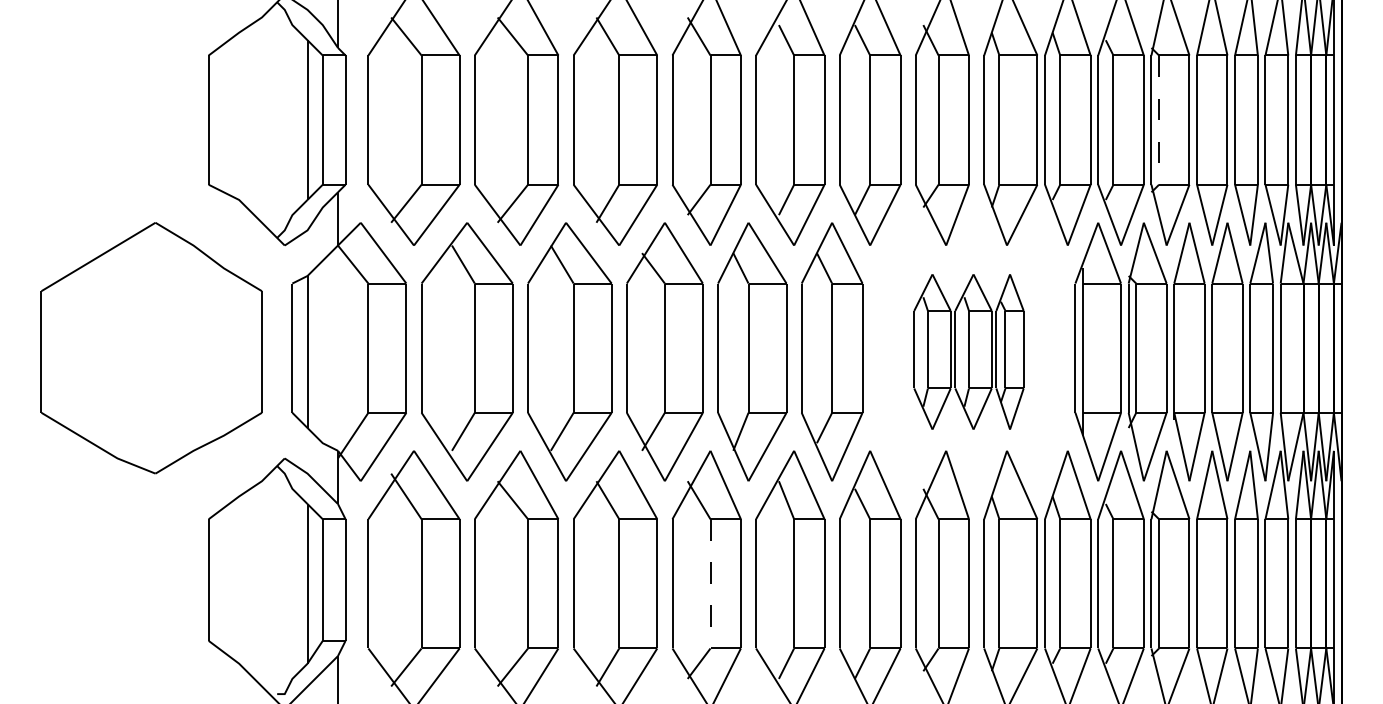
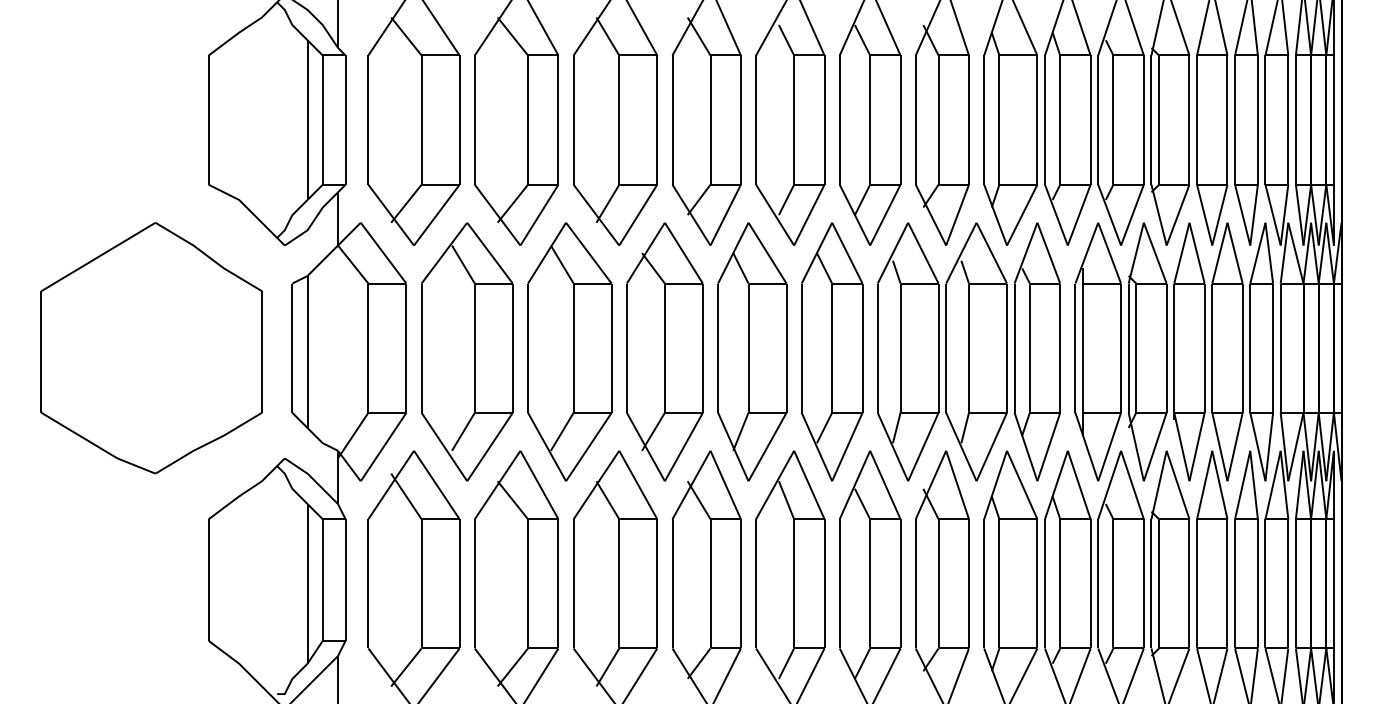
line at (1159, 120): dashed -> solid
part at (968, 351) size: 112x156 px -> 184x260 px
line at (710, 583): dashed -> solid
